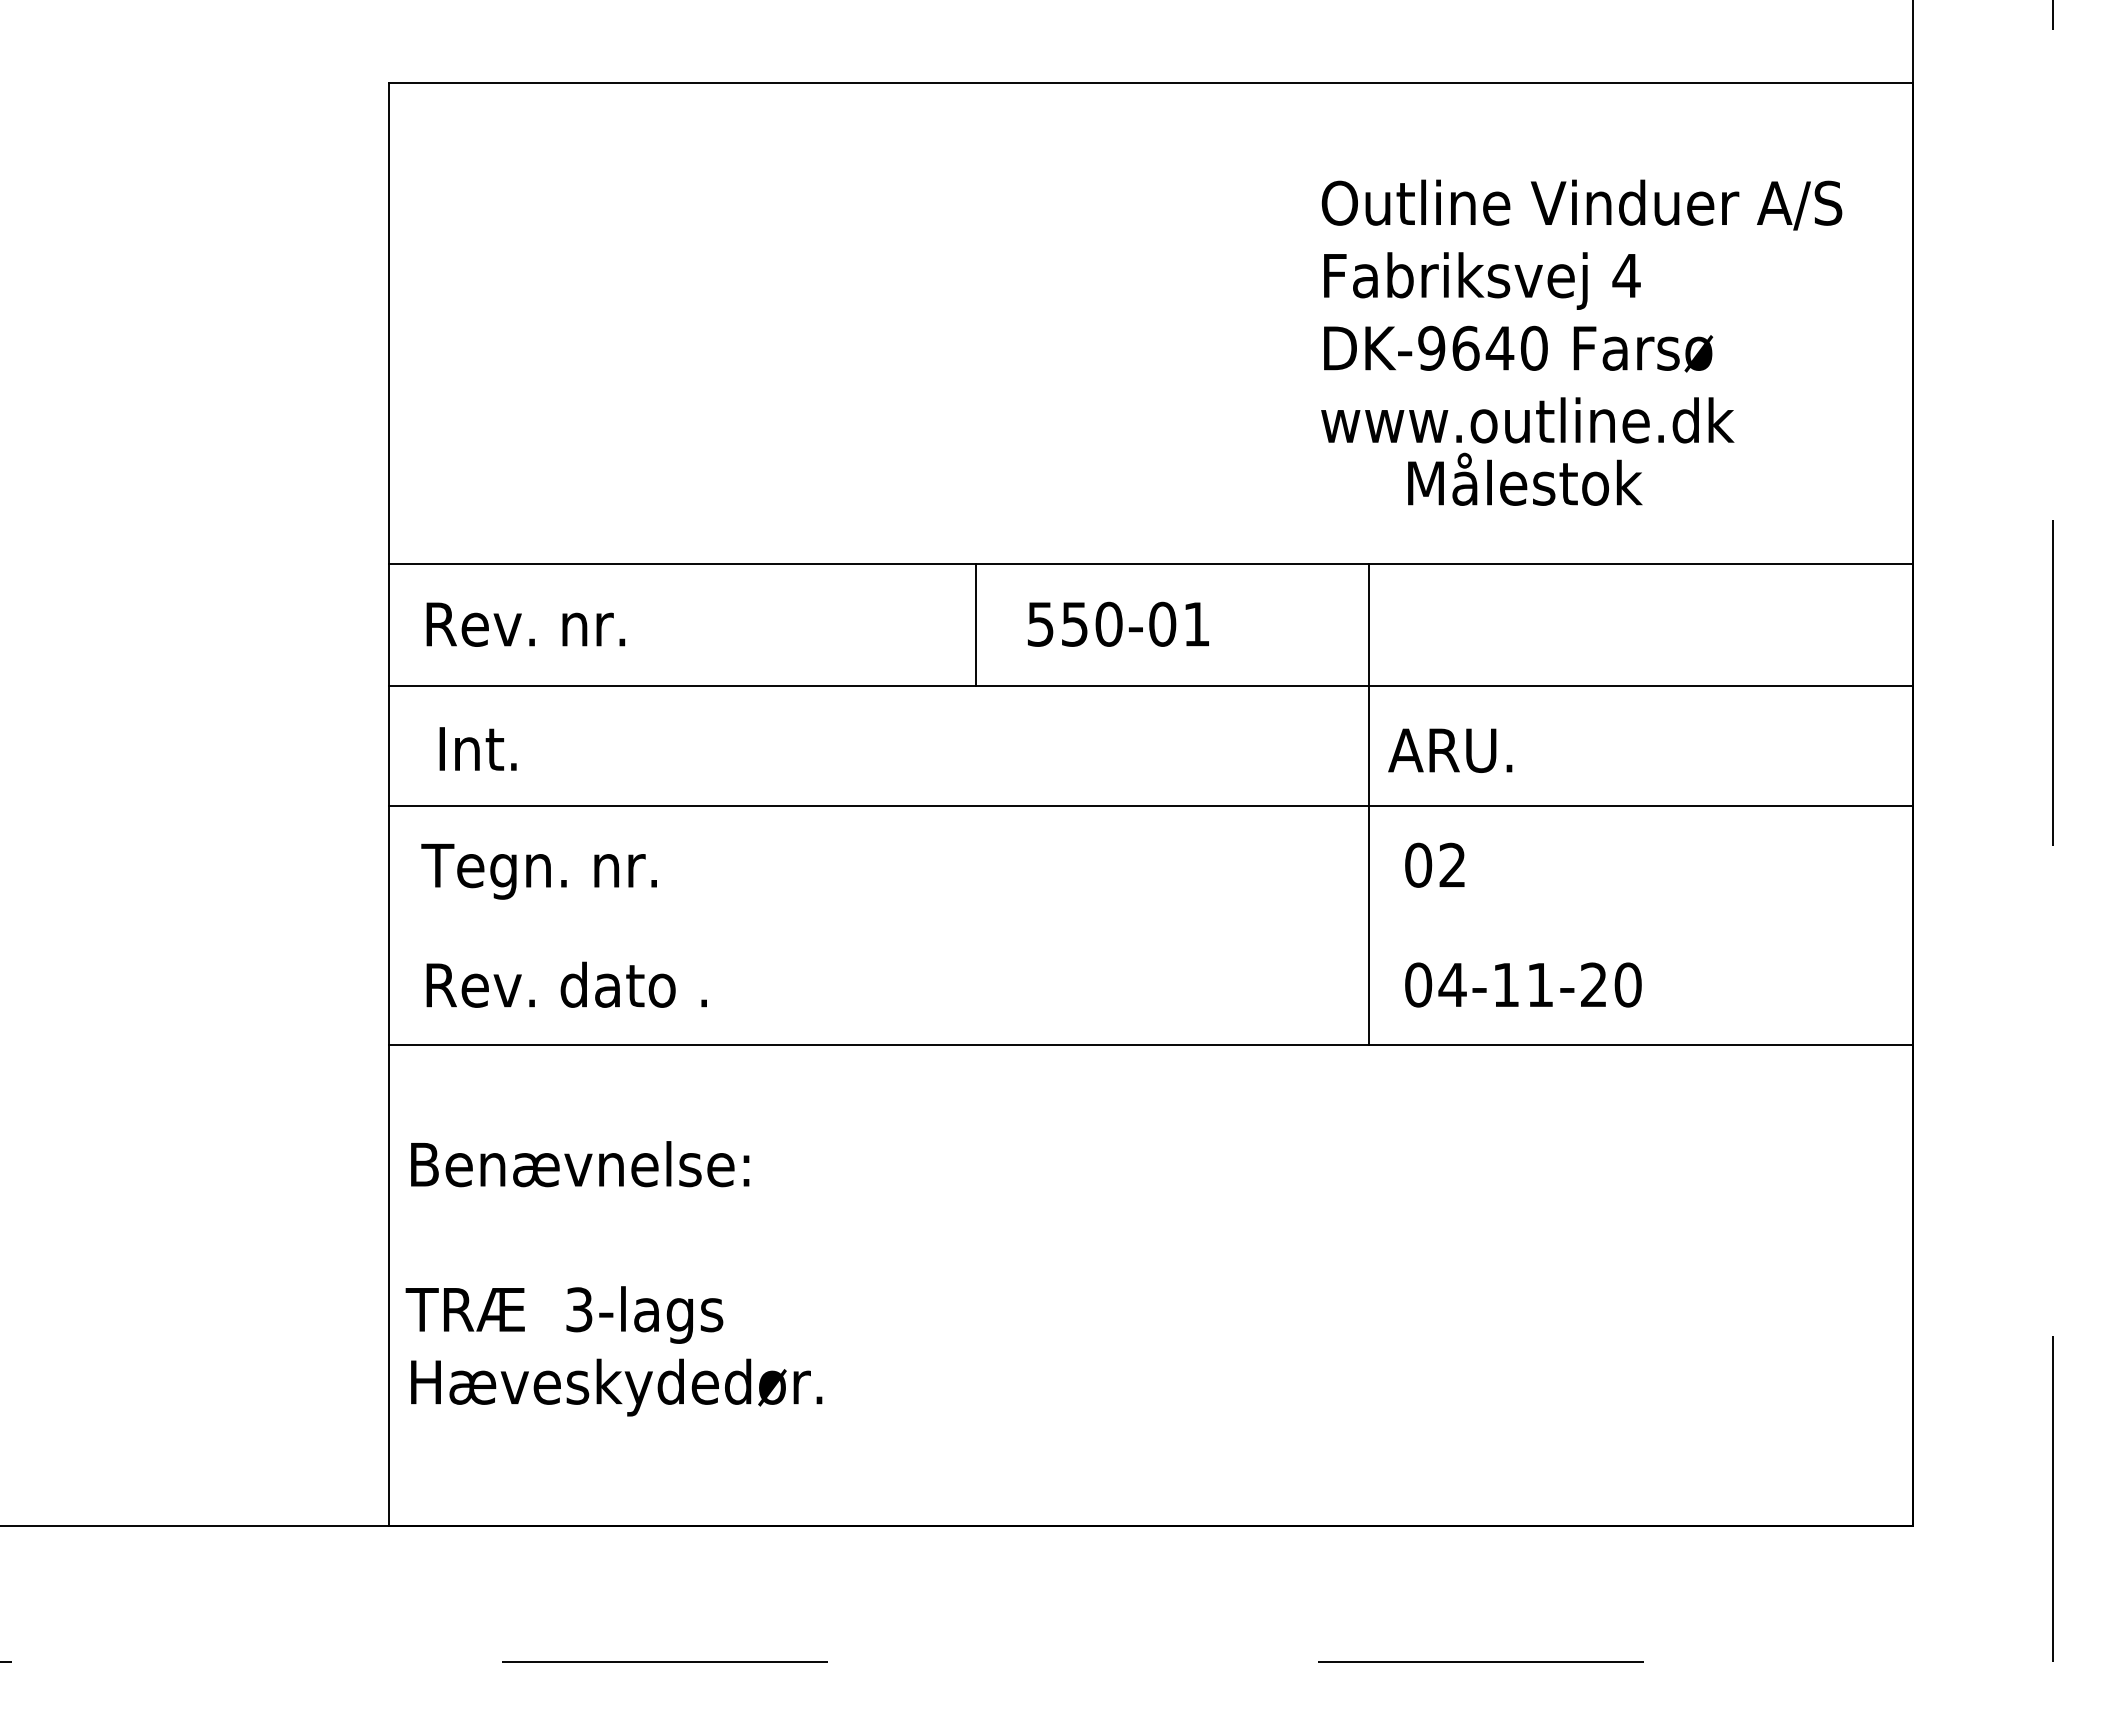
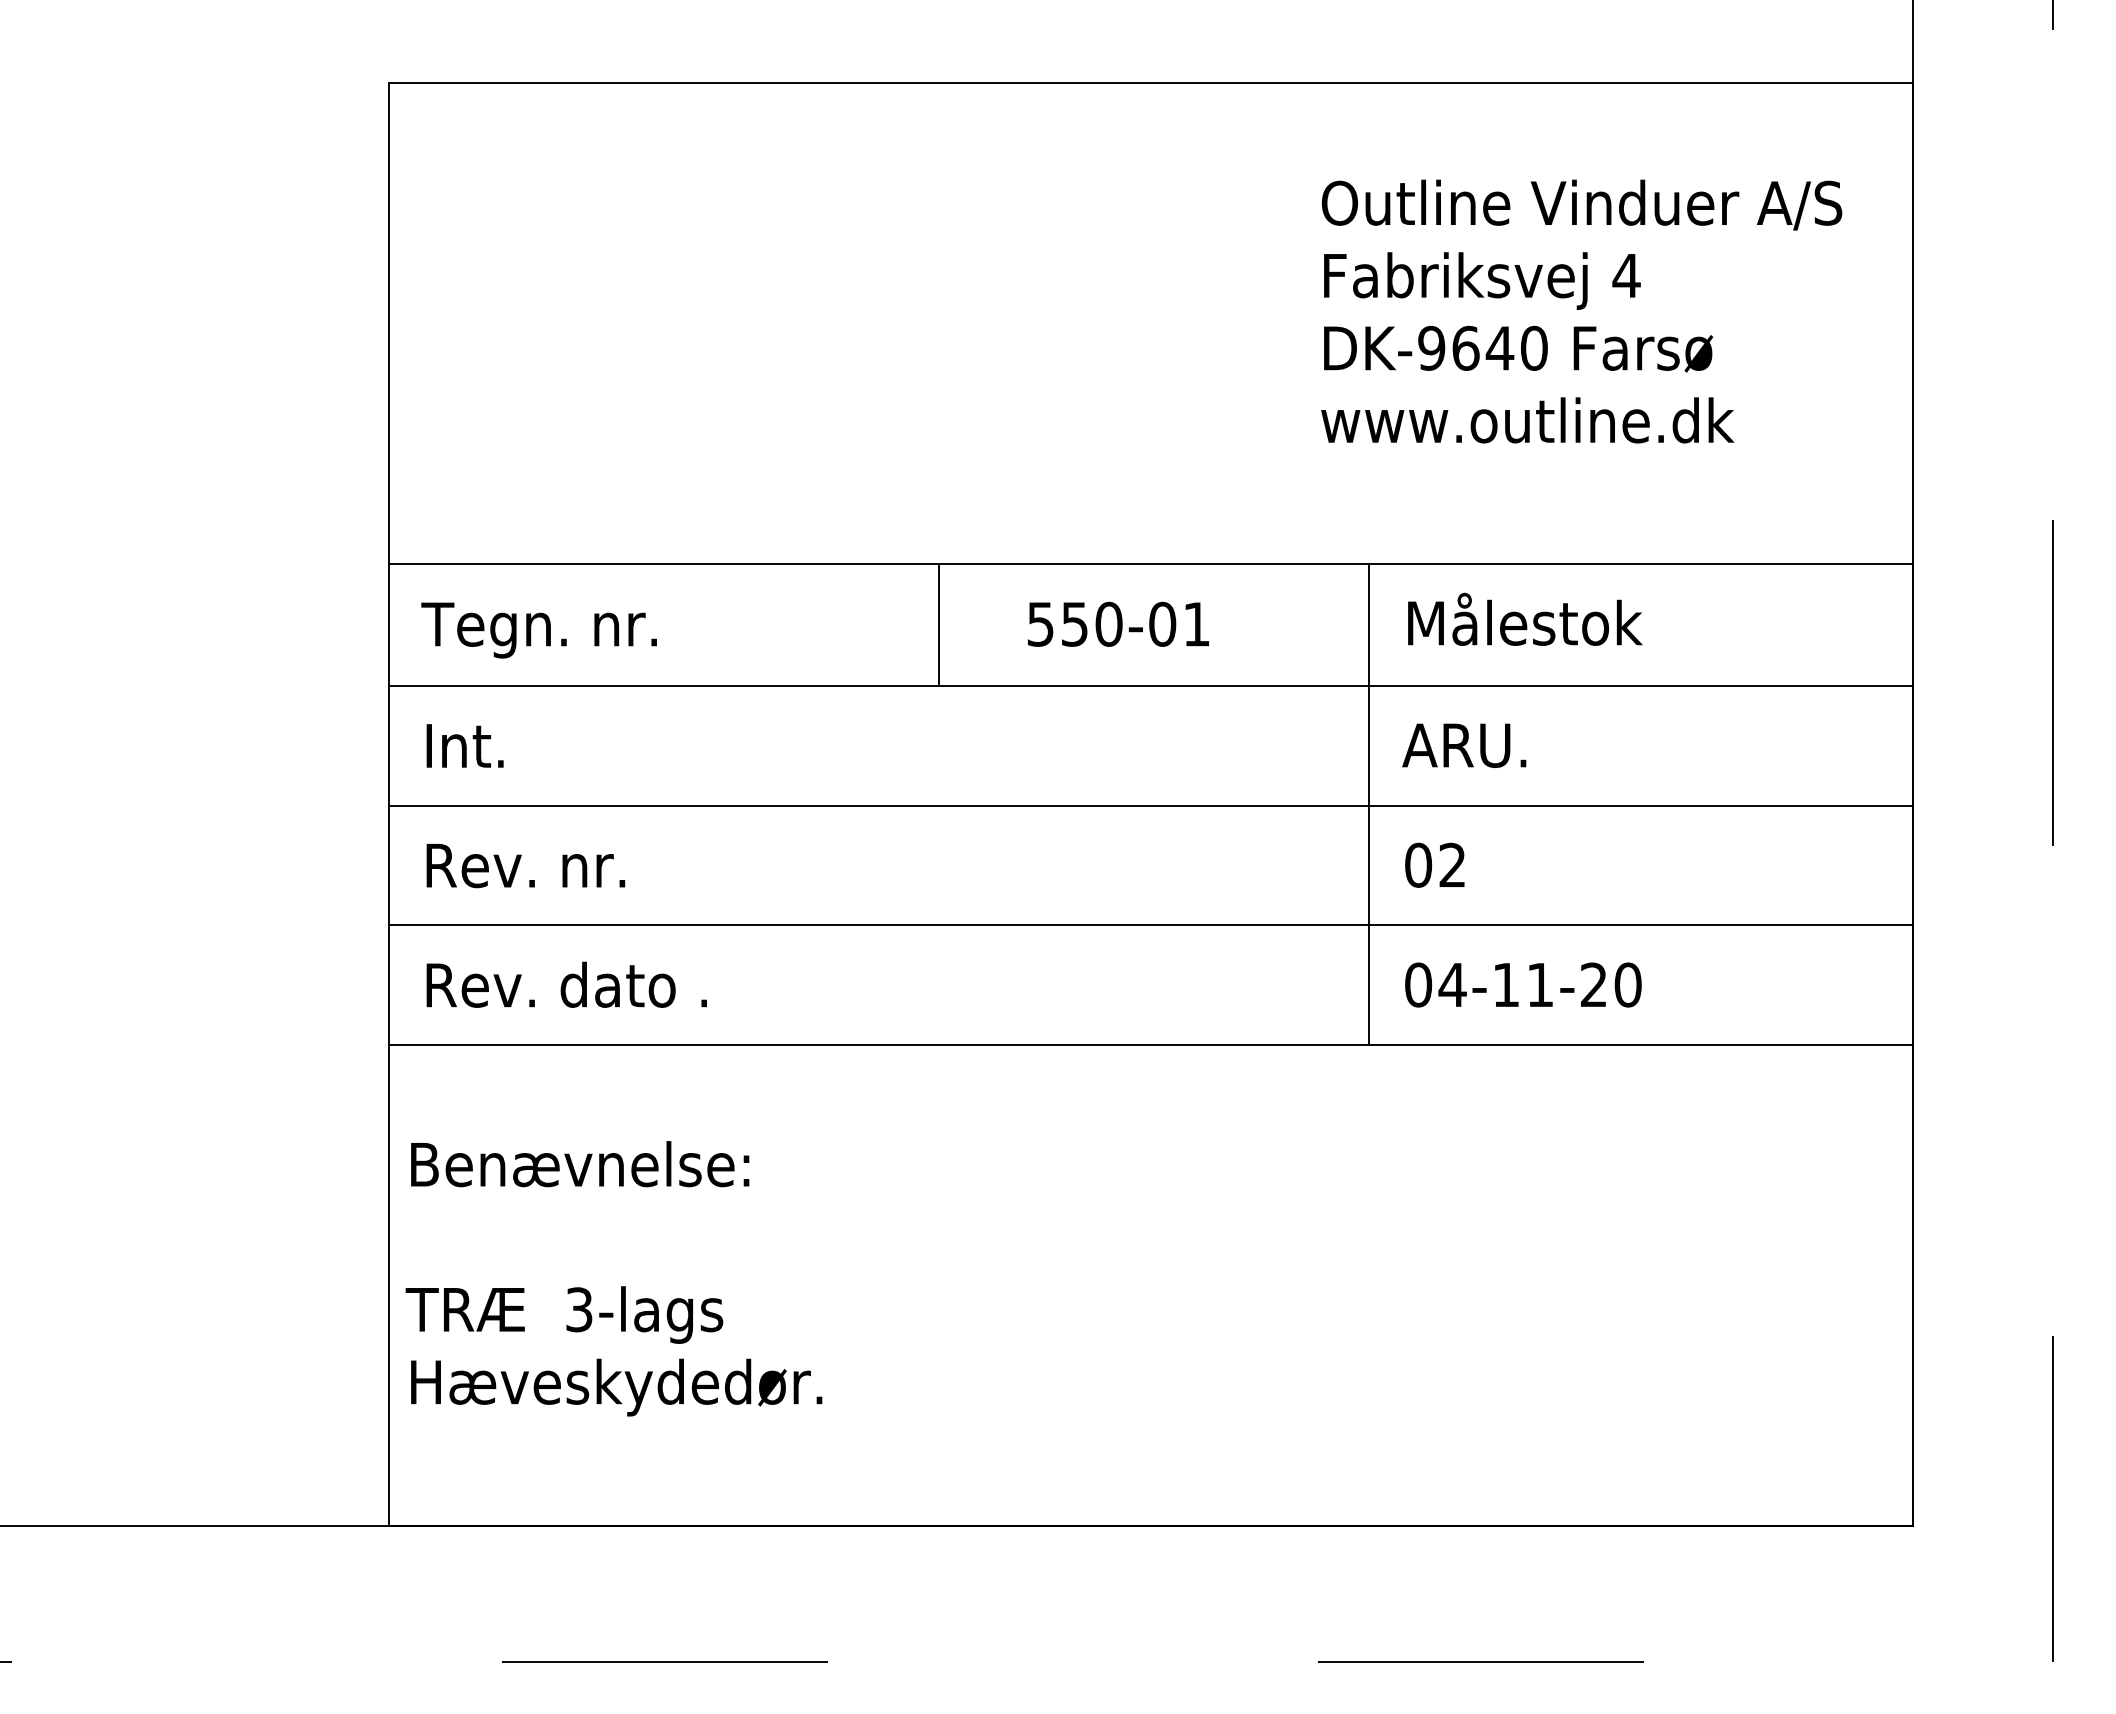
text at (1525, 478) position: (1525, 478) -> (1525, 618)
line at (975, 624) position: (975, 624) -> (938, 624)
text at (538, 630): Rev. nr. -> Tegn. nr.
text at (477, 748) position: (477, 748) -> (464, 745)
text at (1450, 750) position: (1450, 750) -> (1464, 745)
text at (538, 871): Tegn. nr. -> Rev. nr.
line at (1150, 925): none -> present
